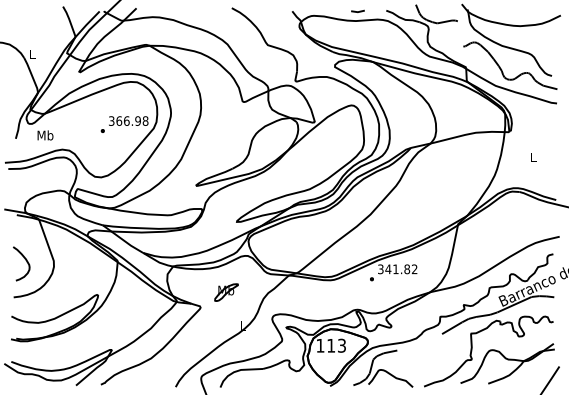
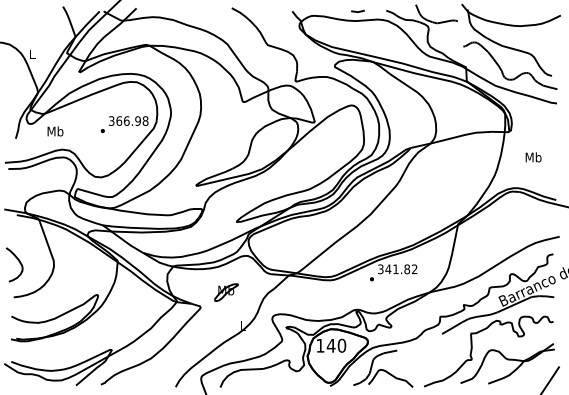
text at (45, 135) position: (45, 135) -> (55, 131)
text at (533, 157): L -> Mb
curve at (24, 259) position: (24, 259) -> (17, 260)
text at (336, 345): 113 -> 140
